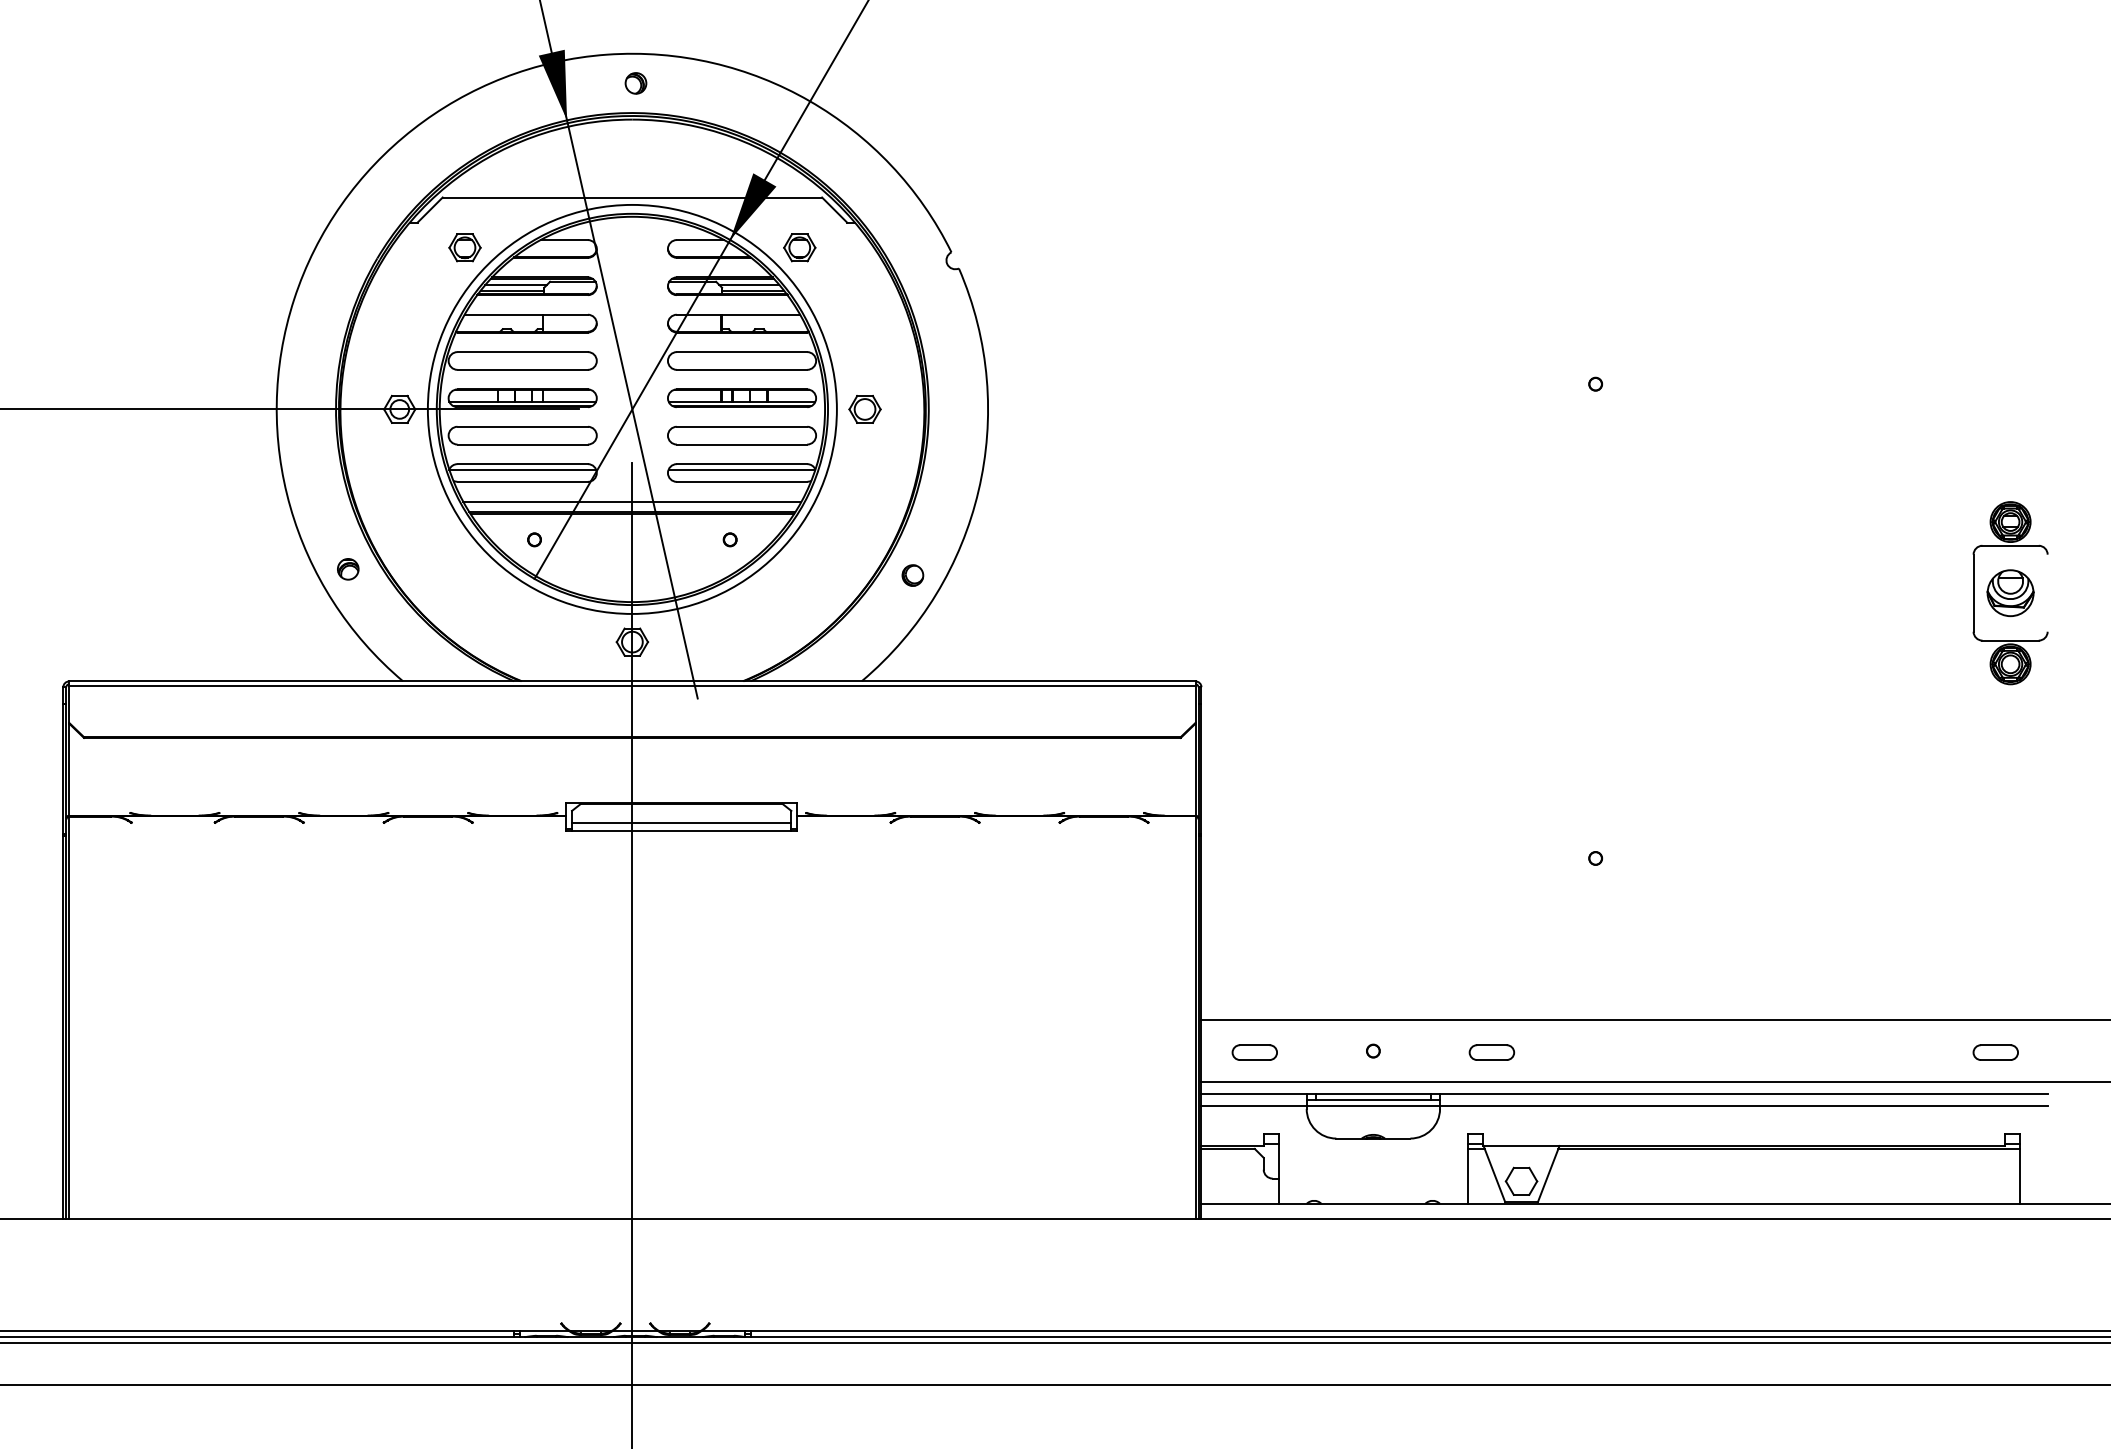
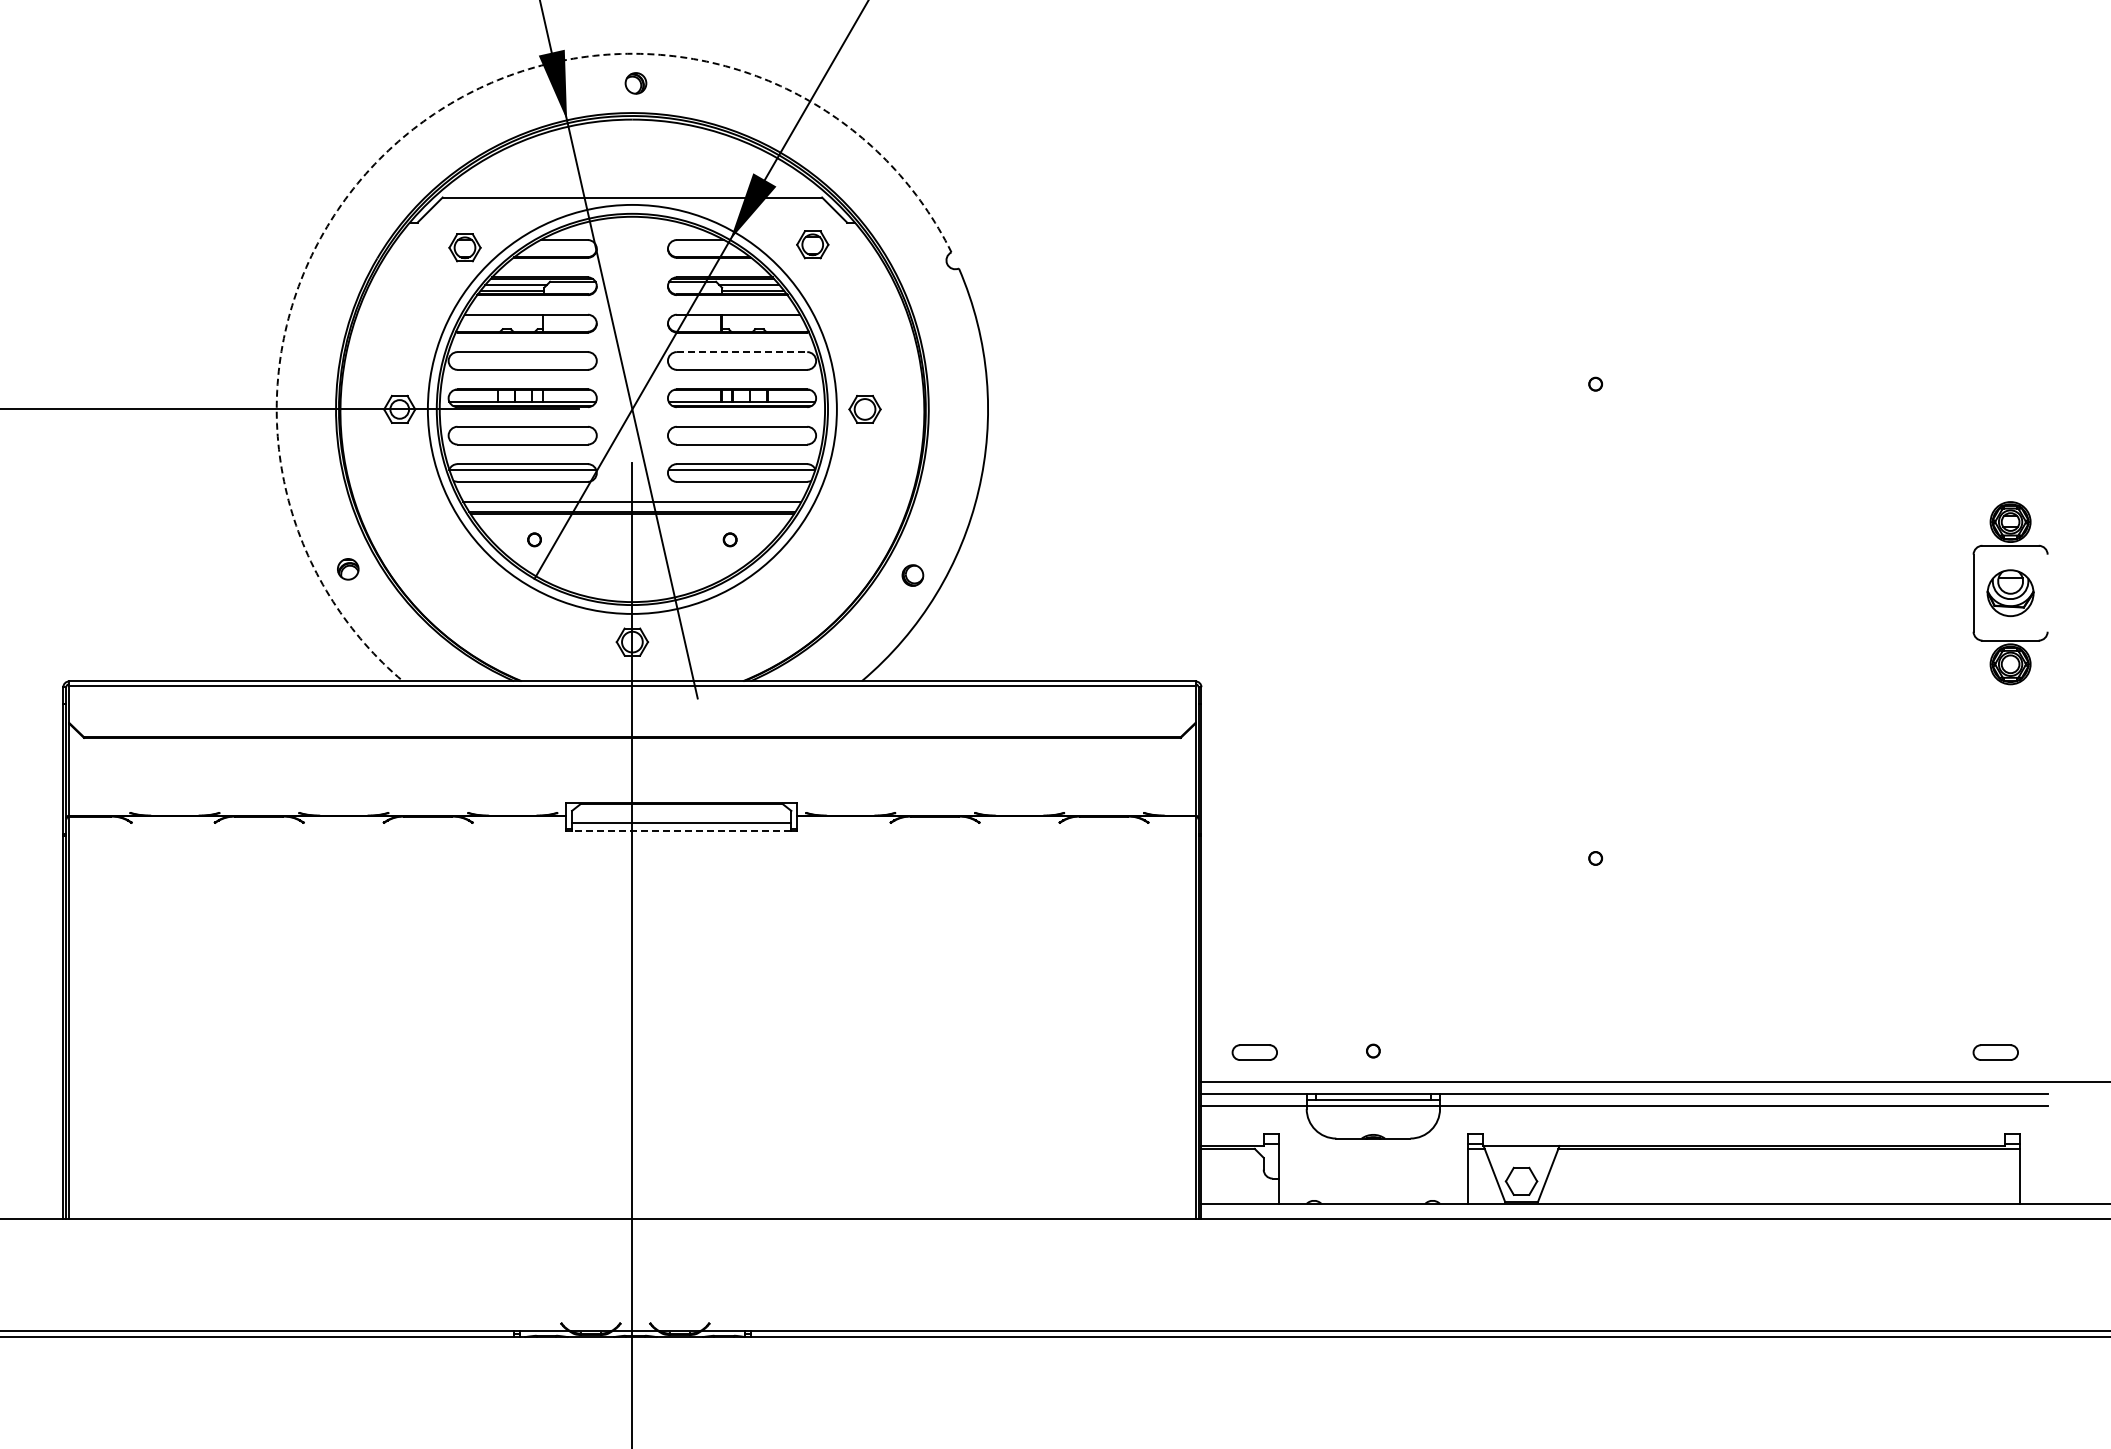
arc at (413, 129): solid -> dashed
part at (799, 247) position: (799, 247) -> (812, 244)
line at (742, 352): solid -> dashed
line at (681, 830): solid -> dashed
line at (1654, 1020): present -> none
part at (1491, 1052): present -> none
line at (1054, 1343): present -> none
line at (1054, 1384): present -> none
